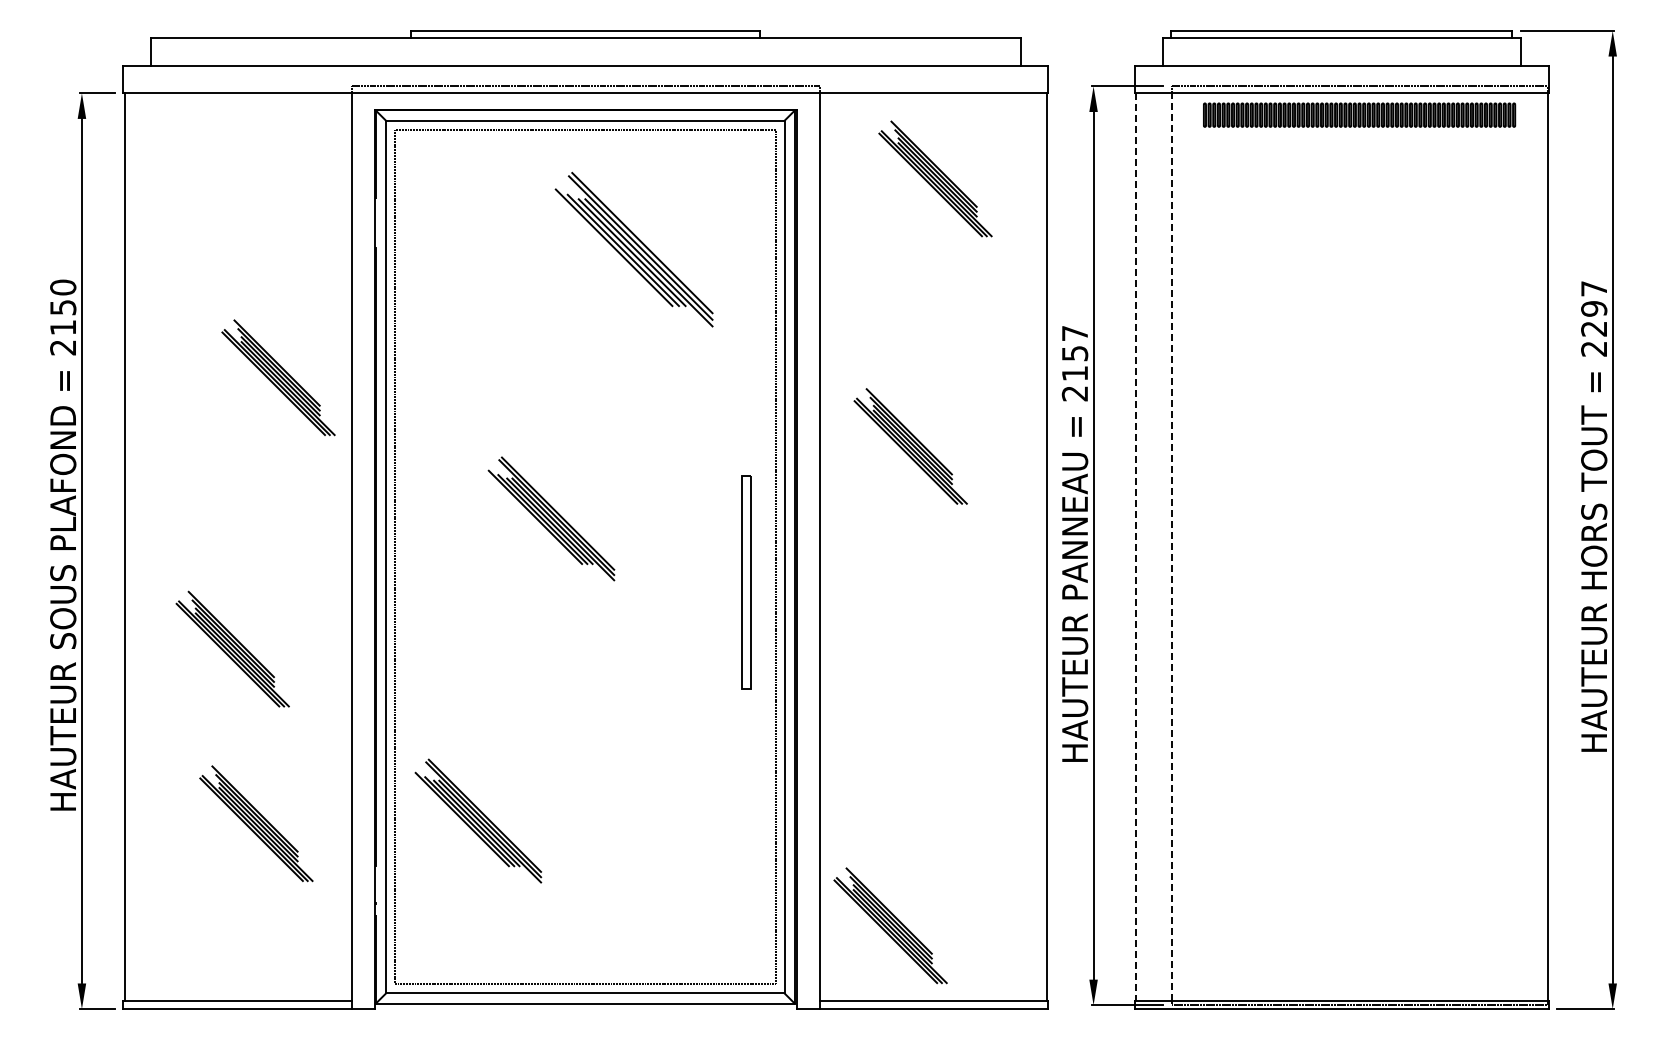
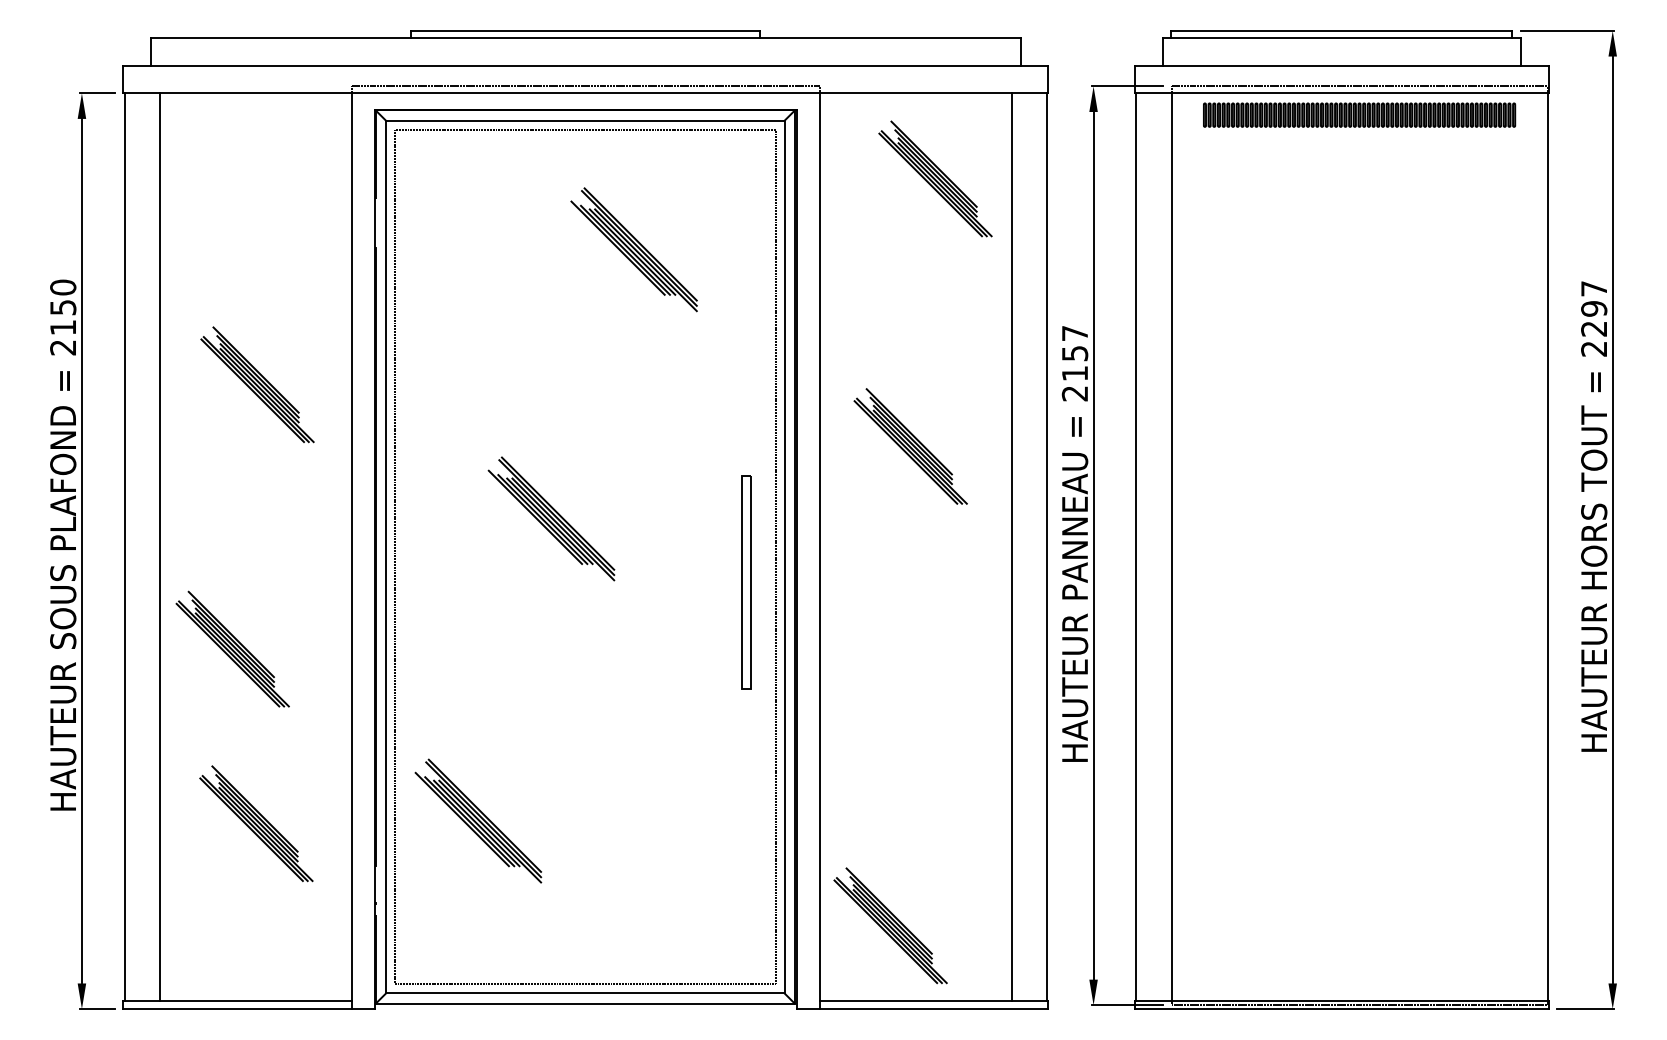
part at (633, 249) size: 160x157 px -> 128x126 px
part at (278, 377) position: (278, 377) -> (257, 384)
line at (159, 547): none -> present
line at (1011, 547): none -> present
line at (1136, 547): dashed -> solid
line at (1171, 547): dashed -> solid
